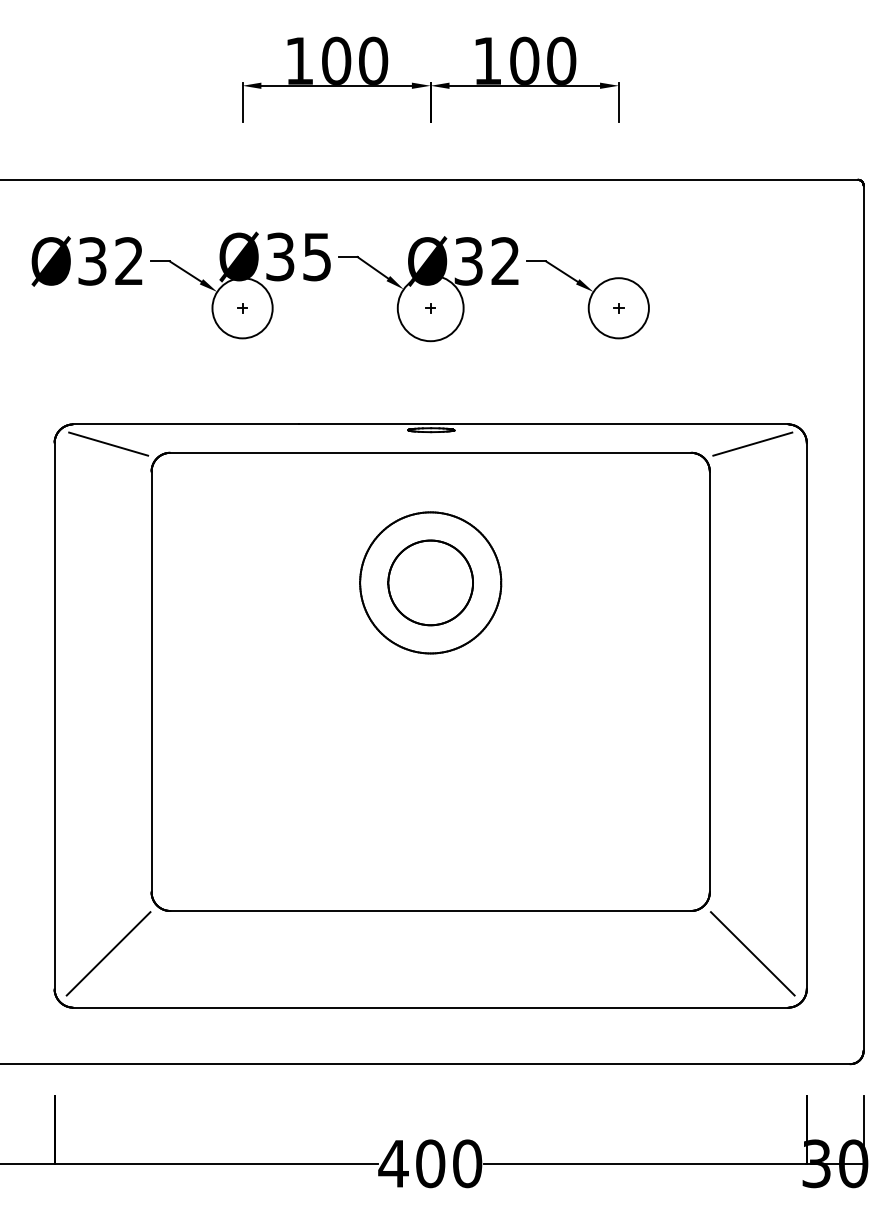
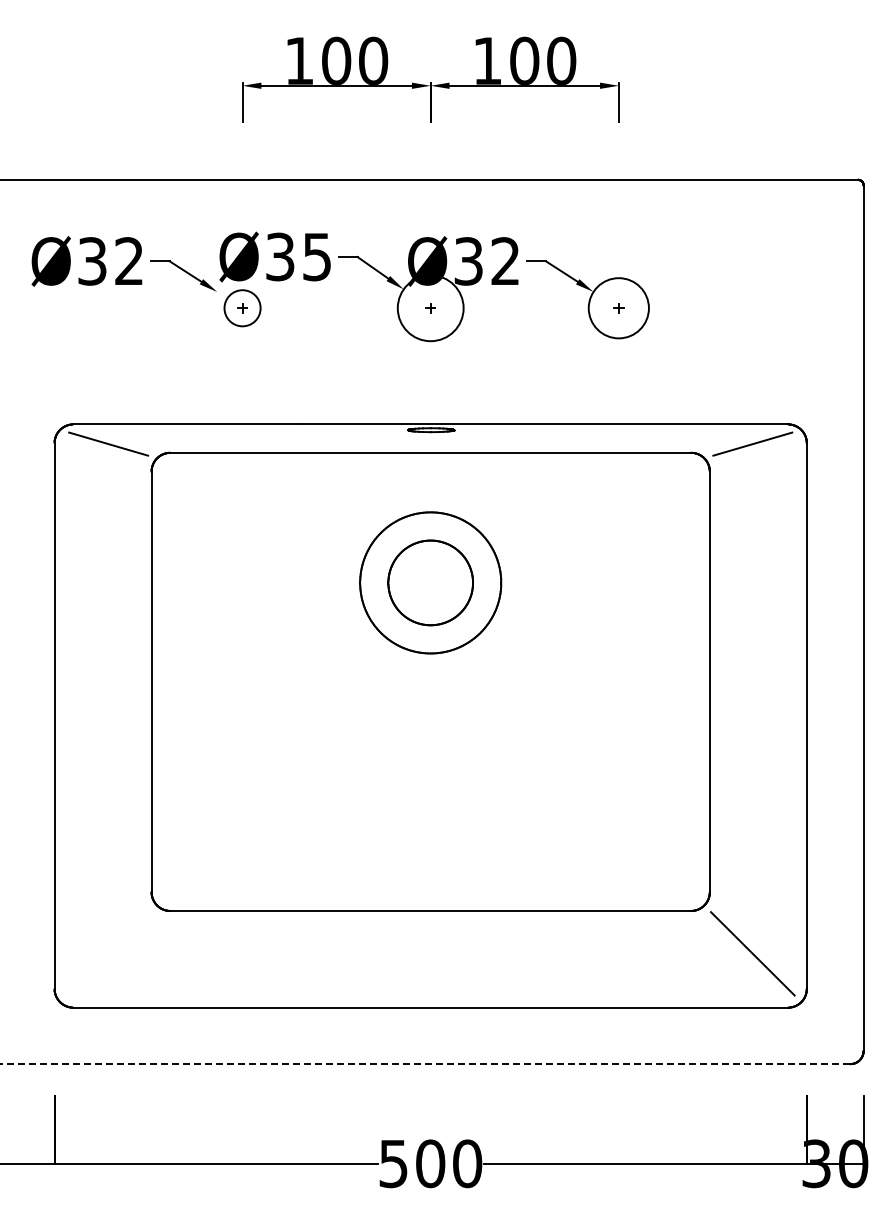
circle at (242, 308) diameter: 60 px -> 36 px
line at (108, 953): present -> none
line at (425, 1064): solid -> dashed
text at (393, 1164): 400 -> 500
